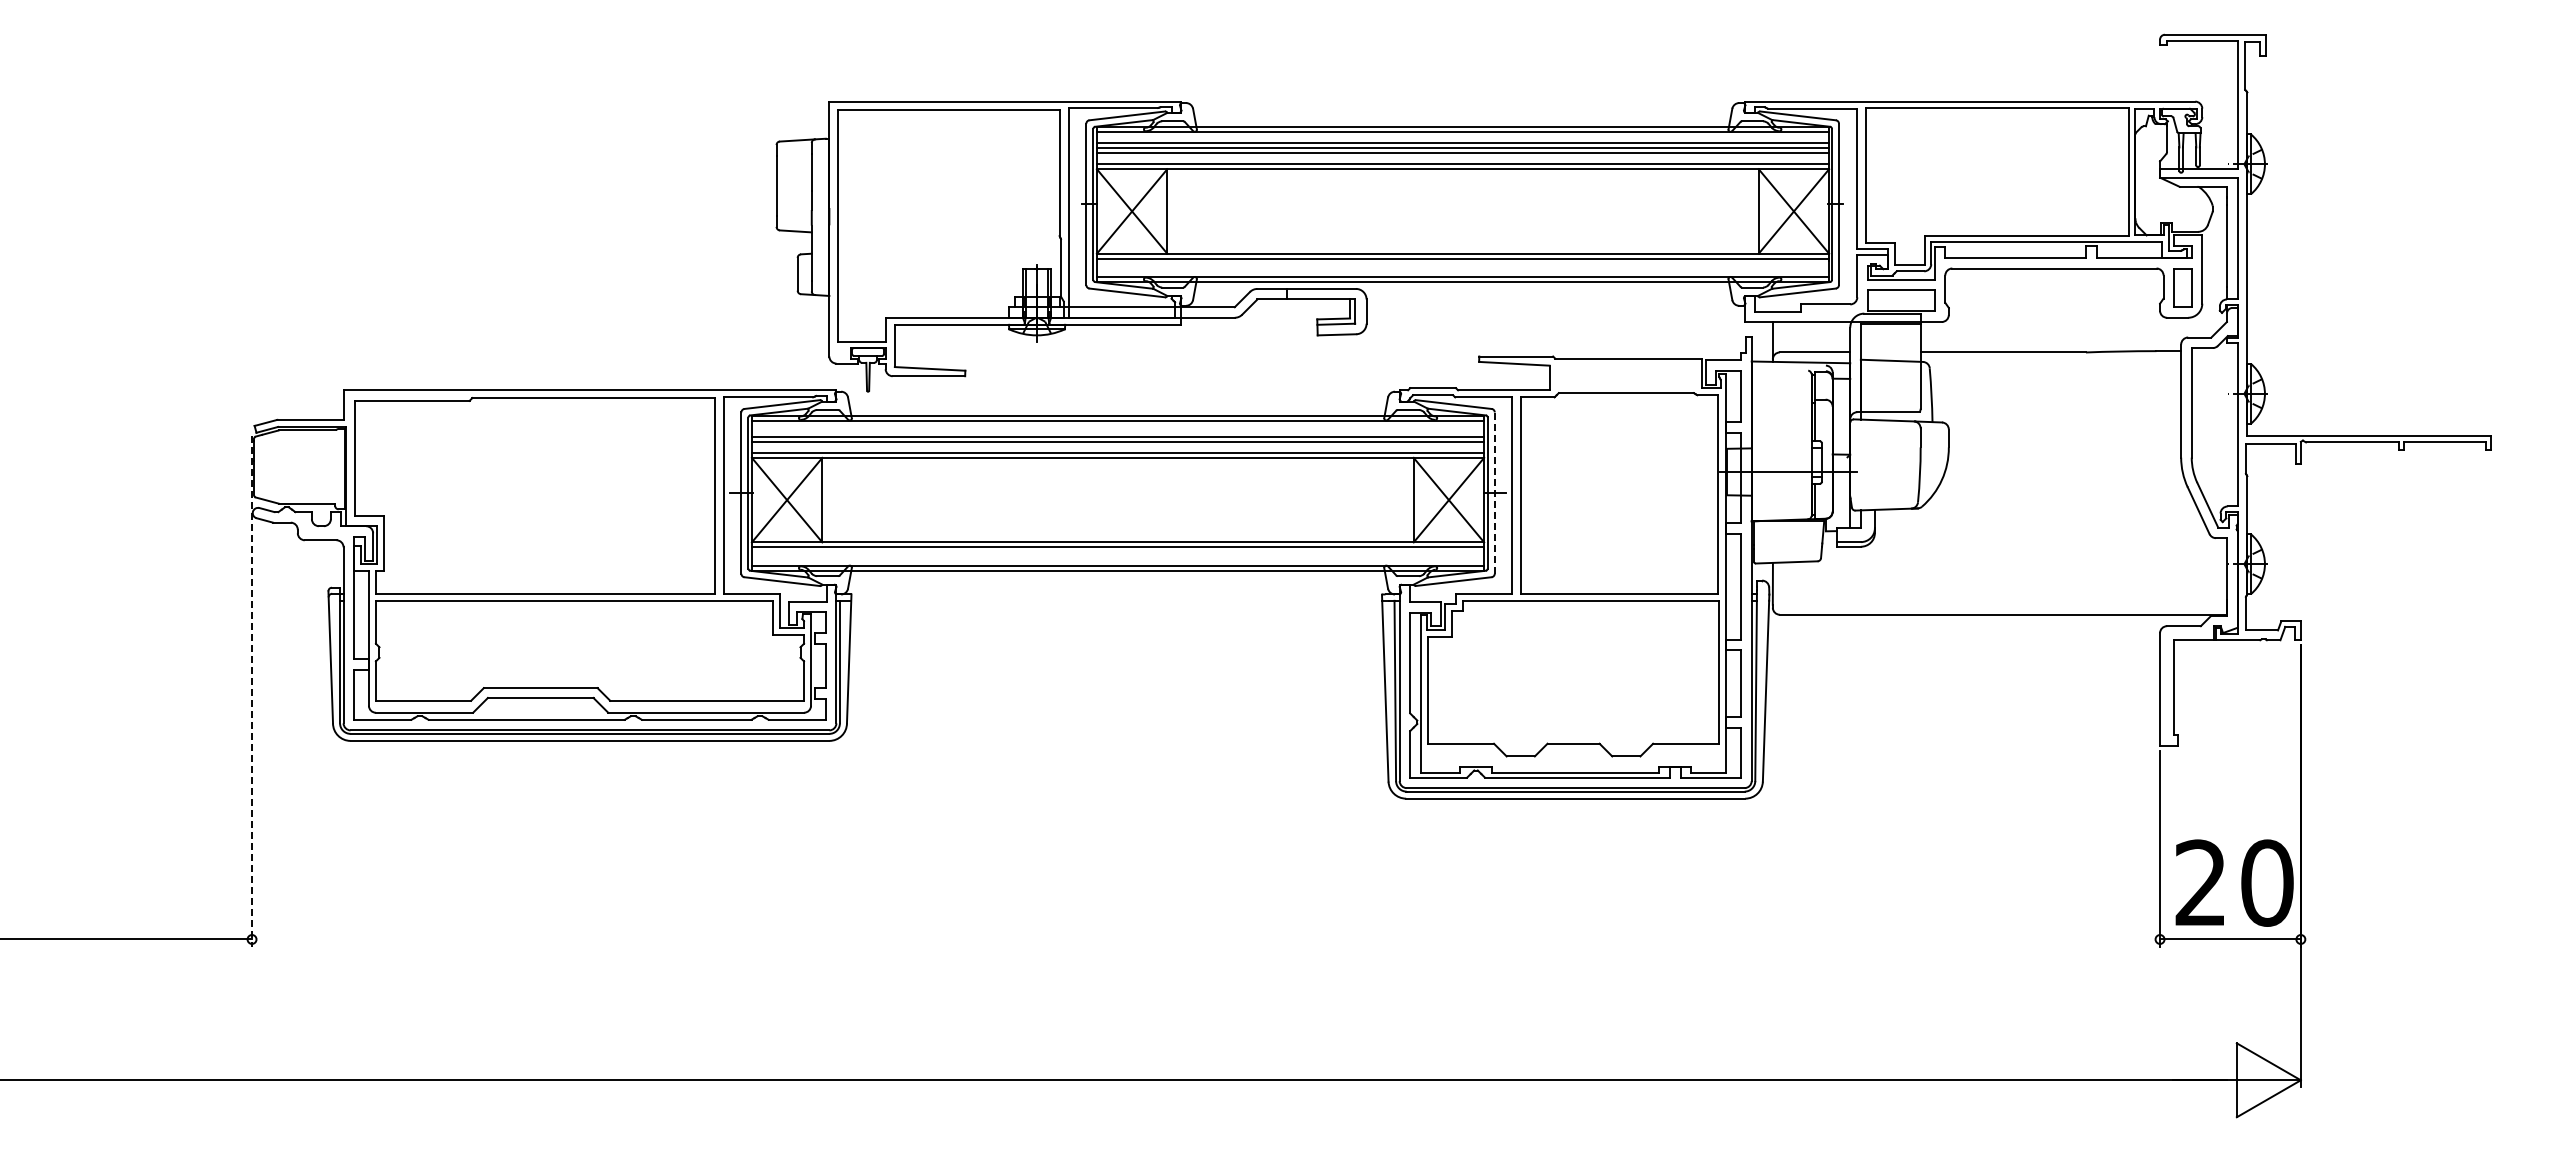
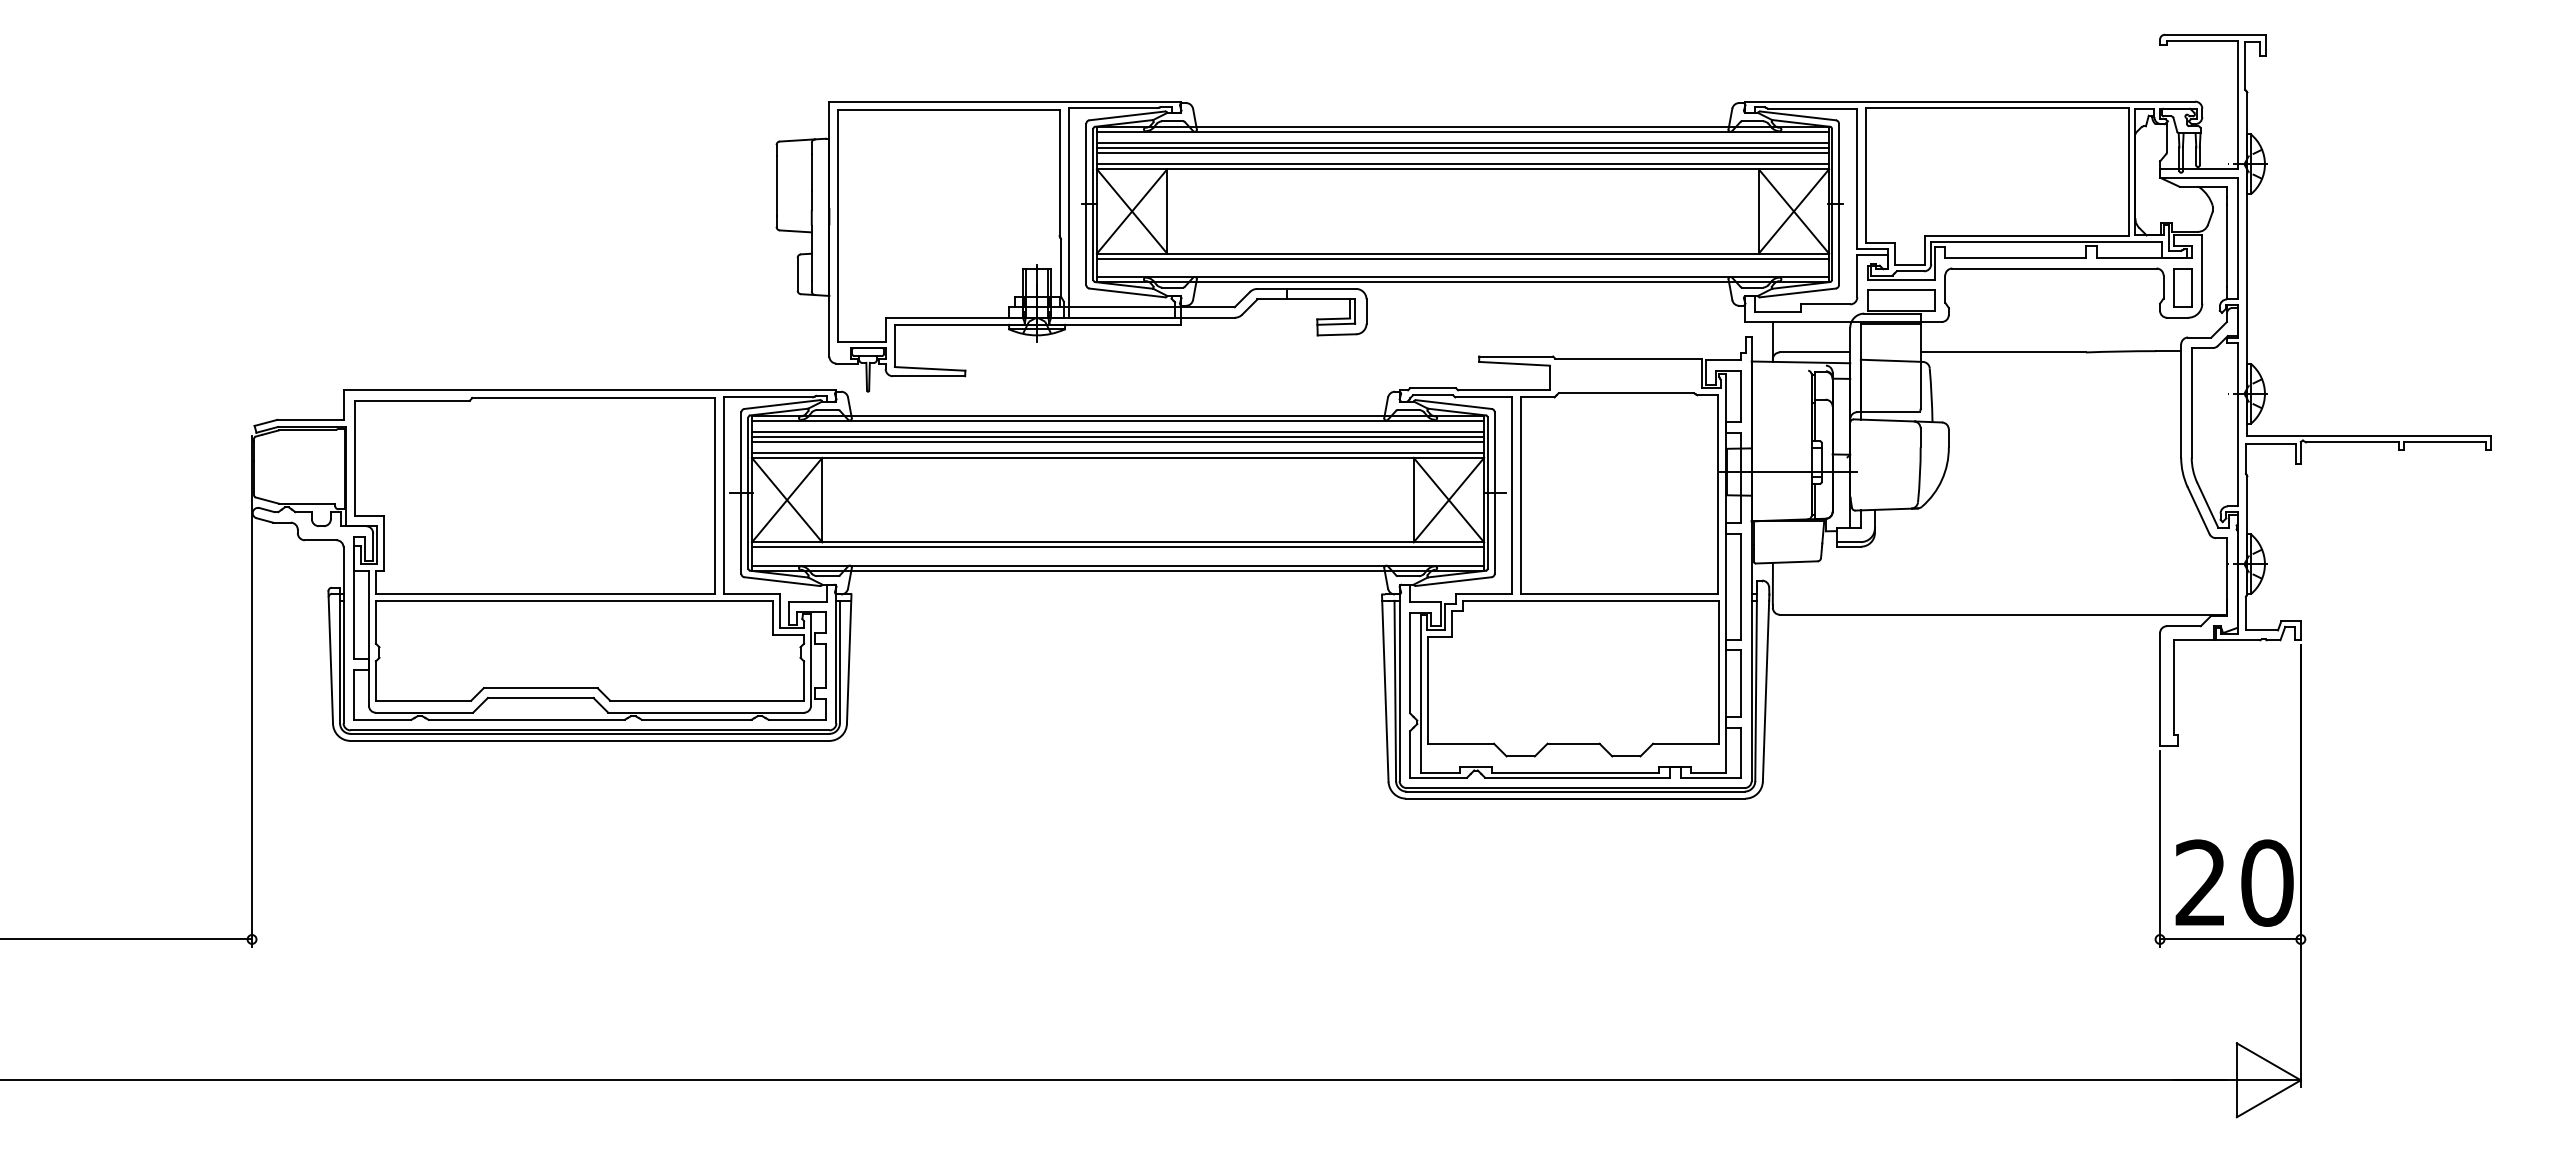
line at (1117, 431): none -> present
line at (1494, 493): dashed -> solid
line at (252, 691): dashed -> solid
